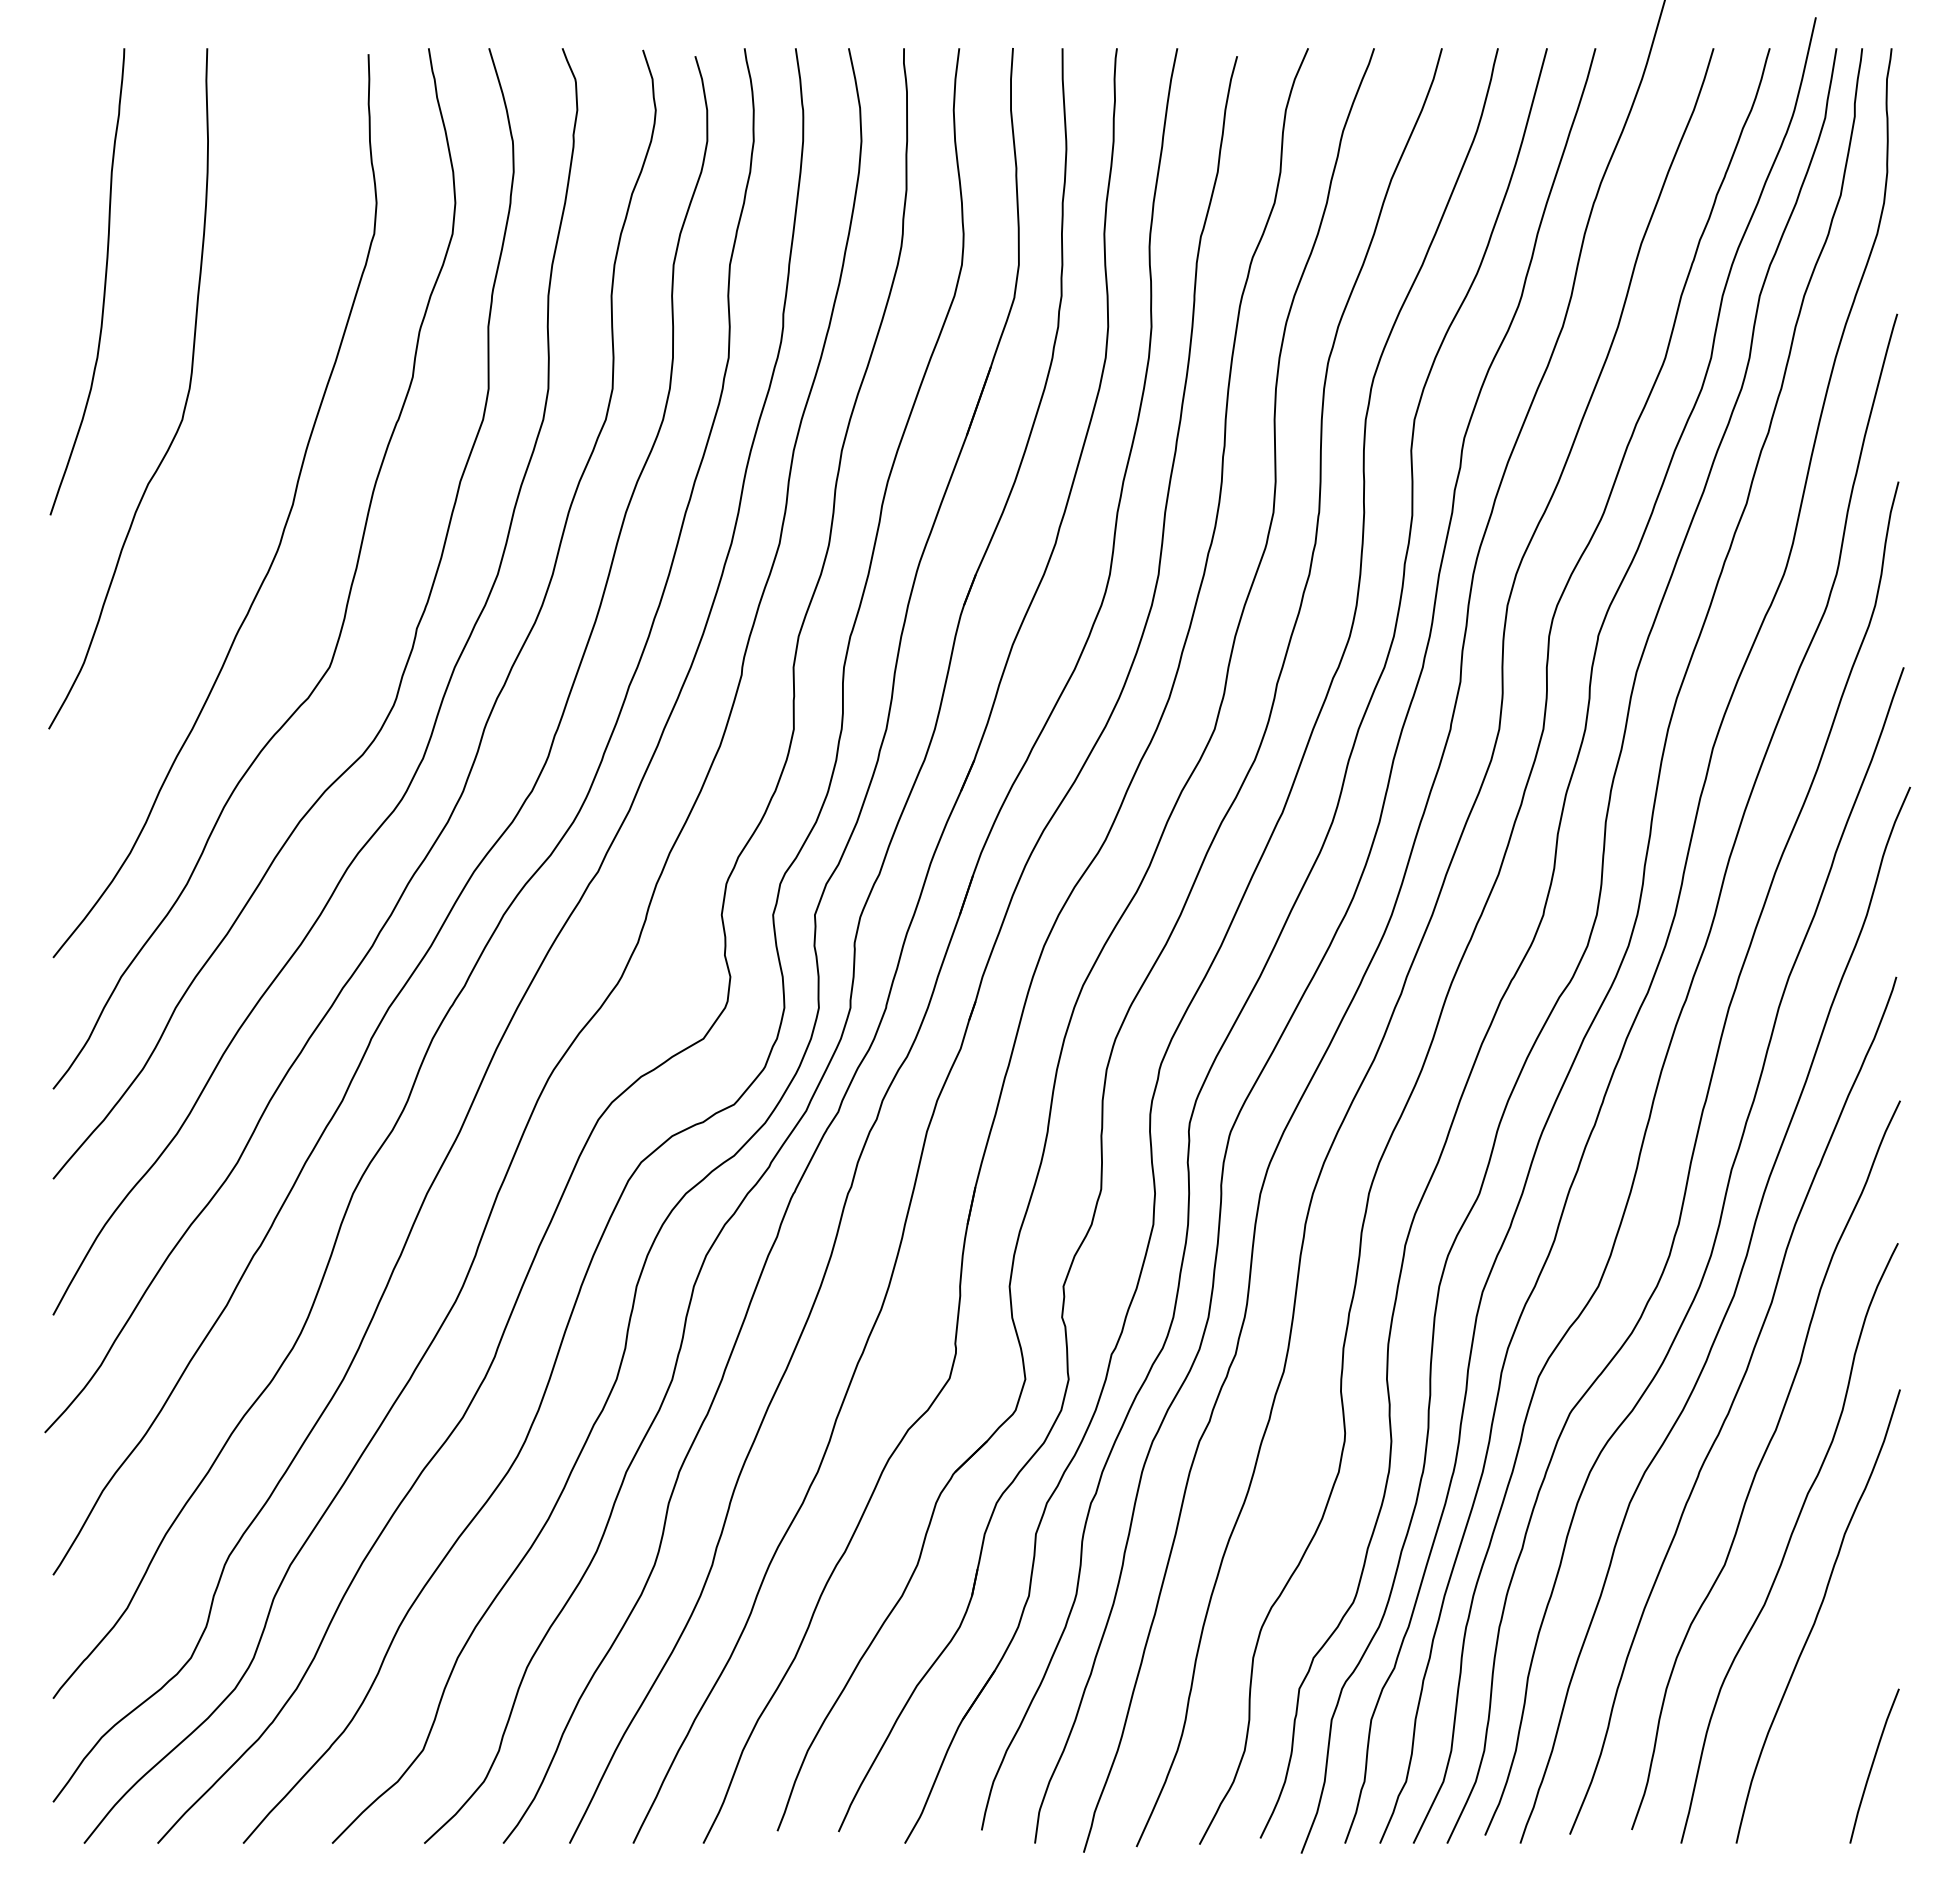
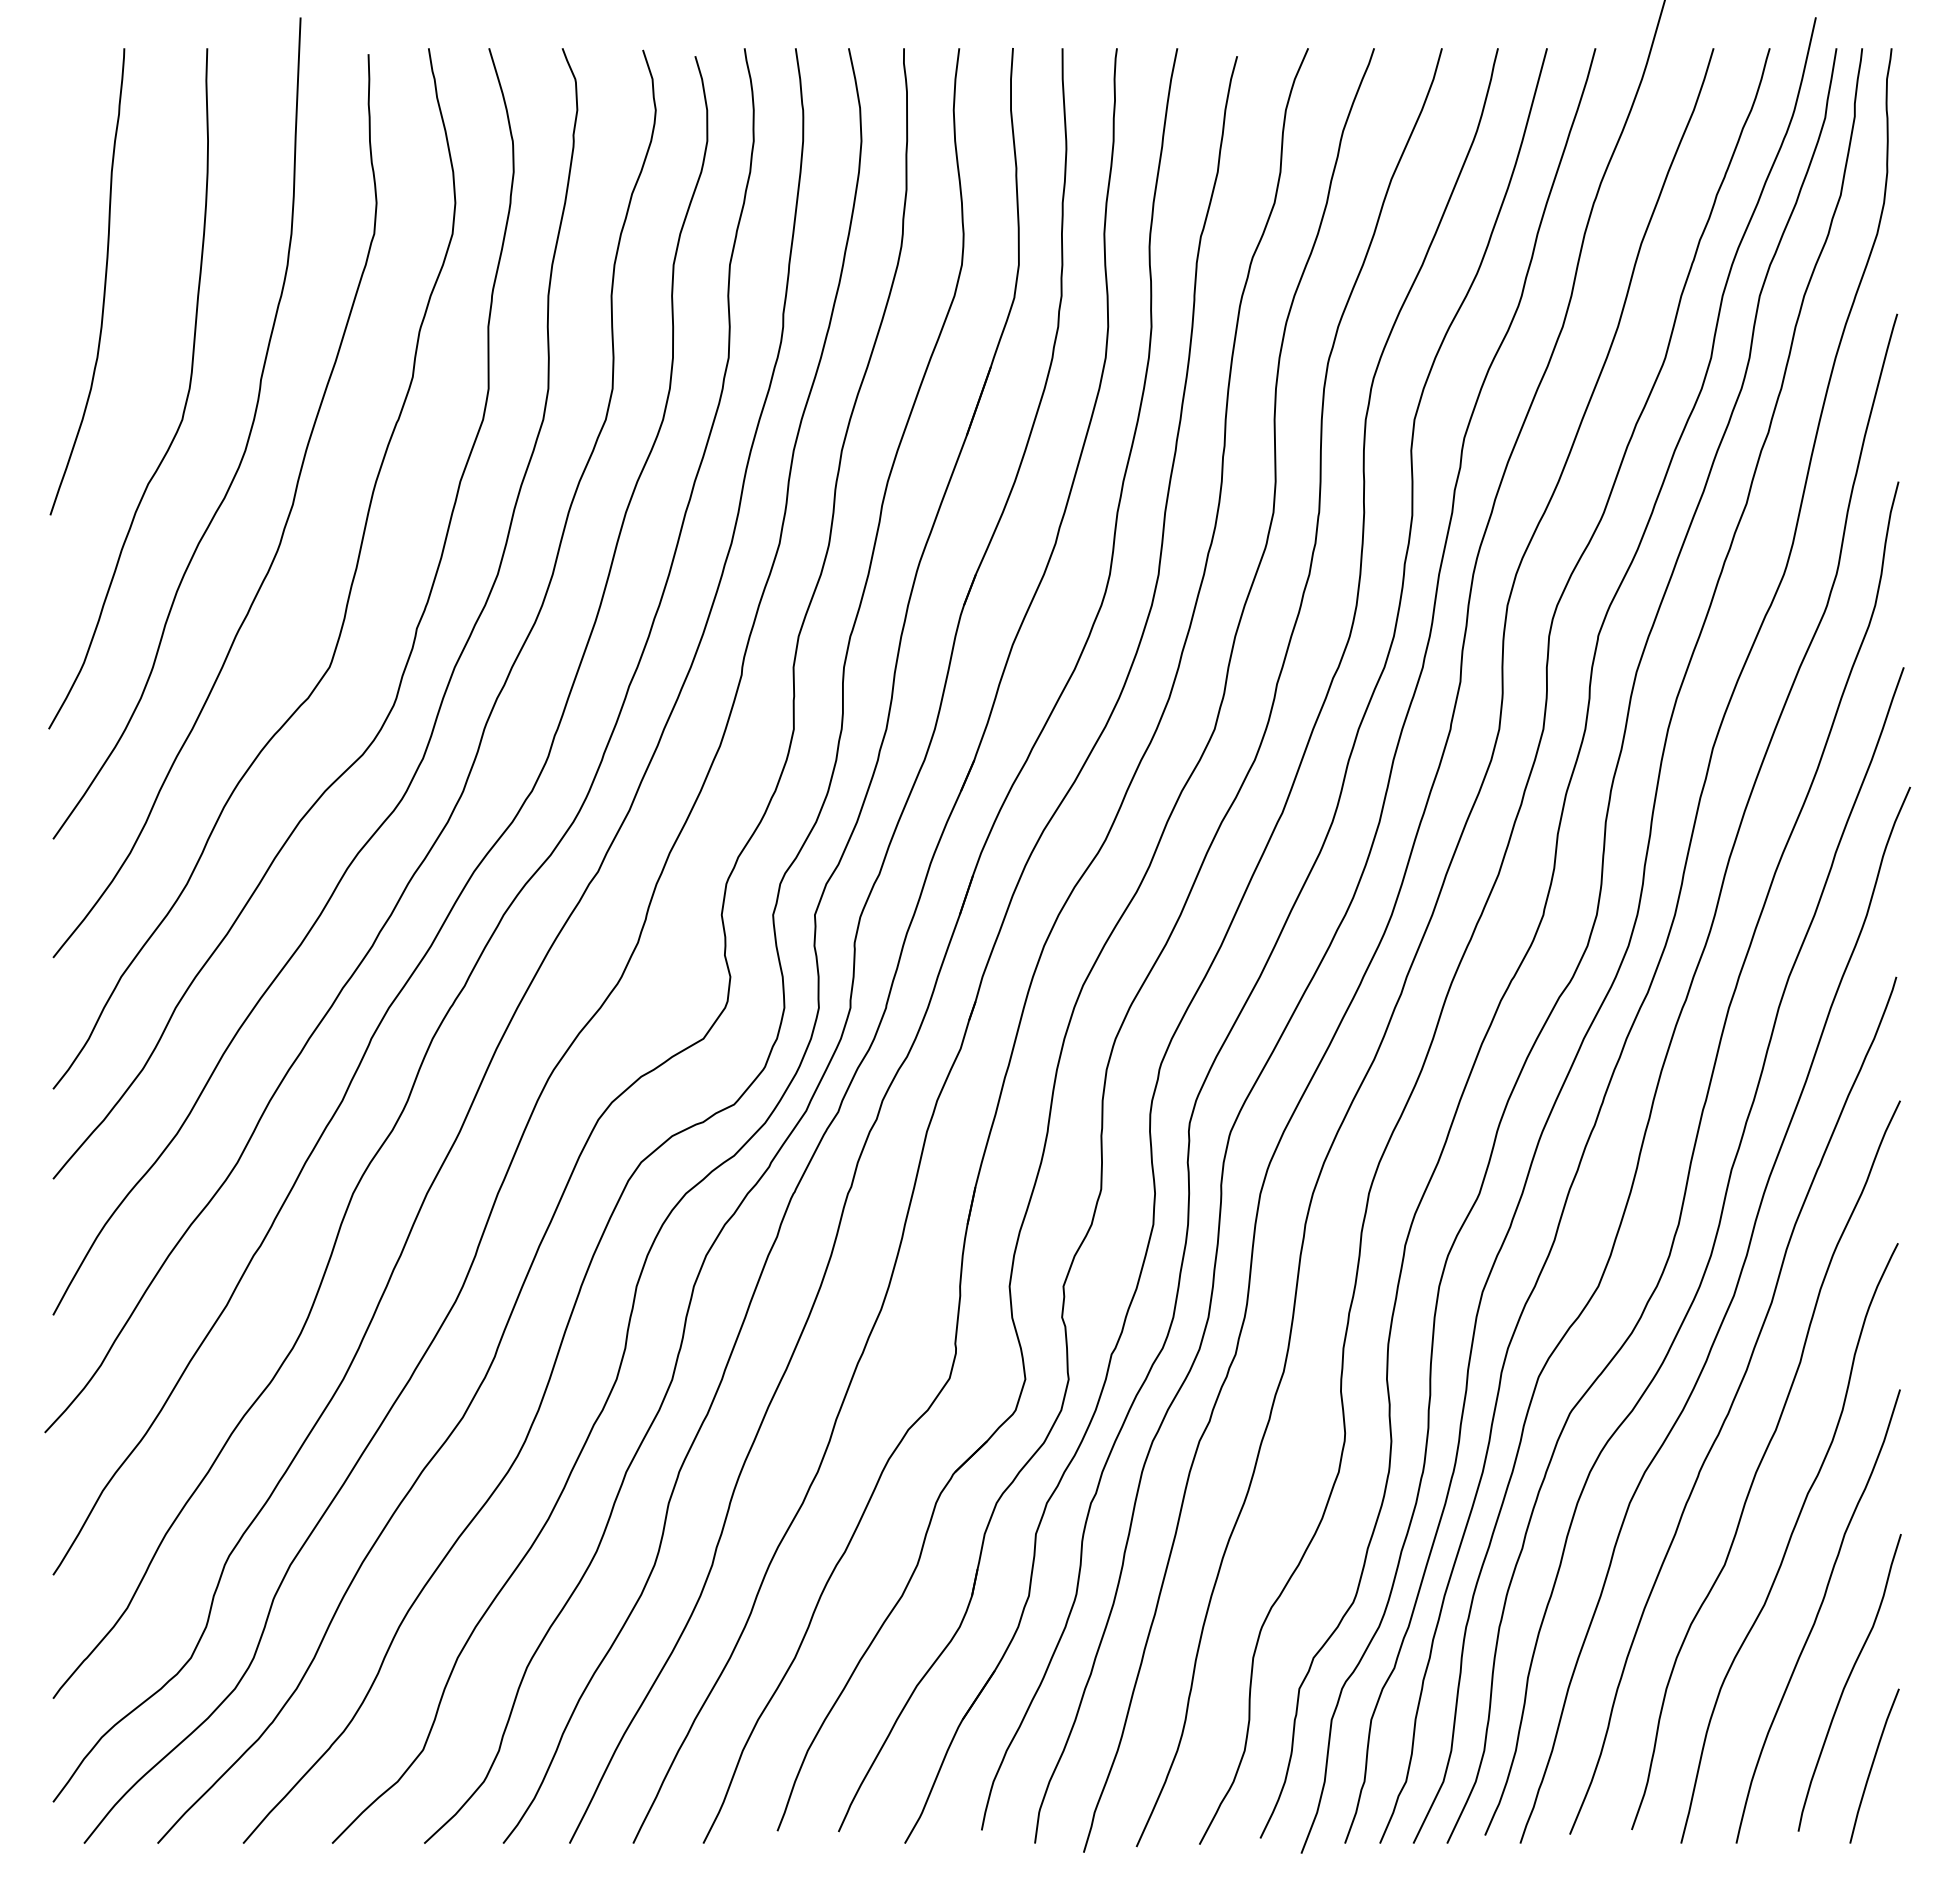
curve at (242, 454): none -> present
curve at (1848, 1681): none -> present
